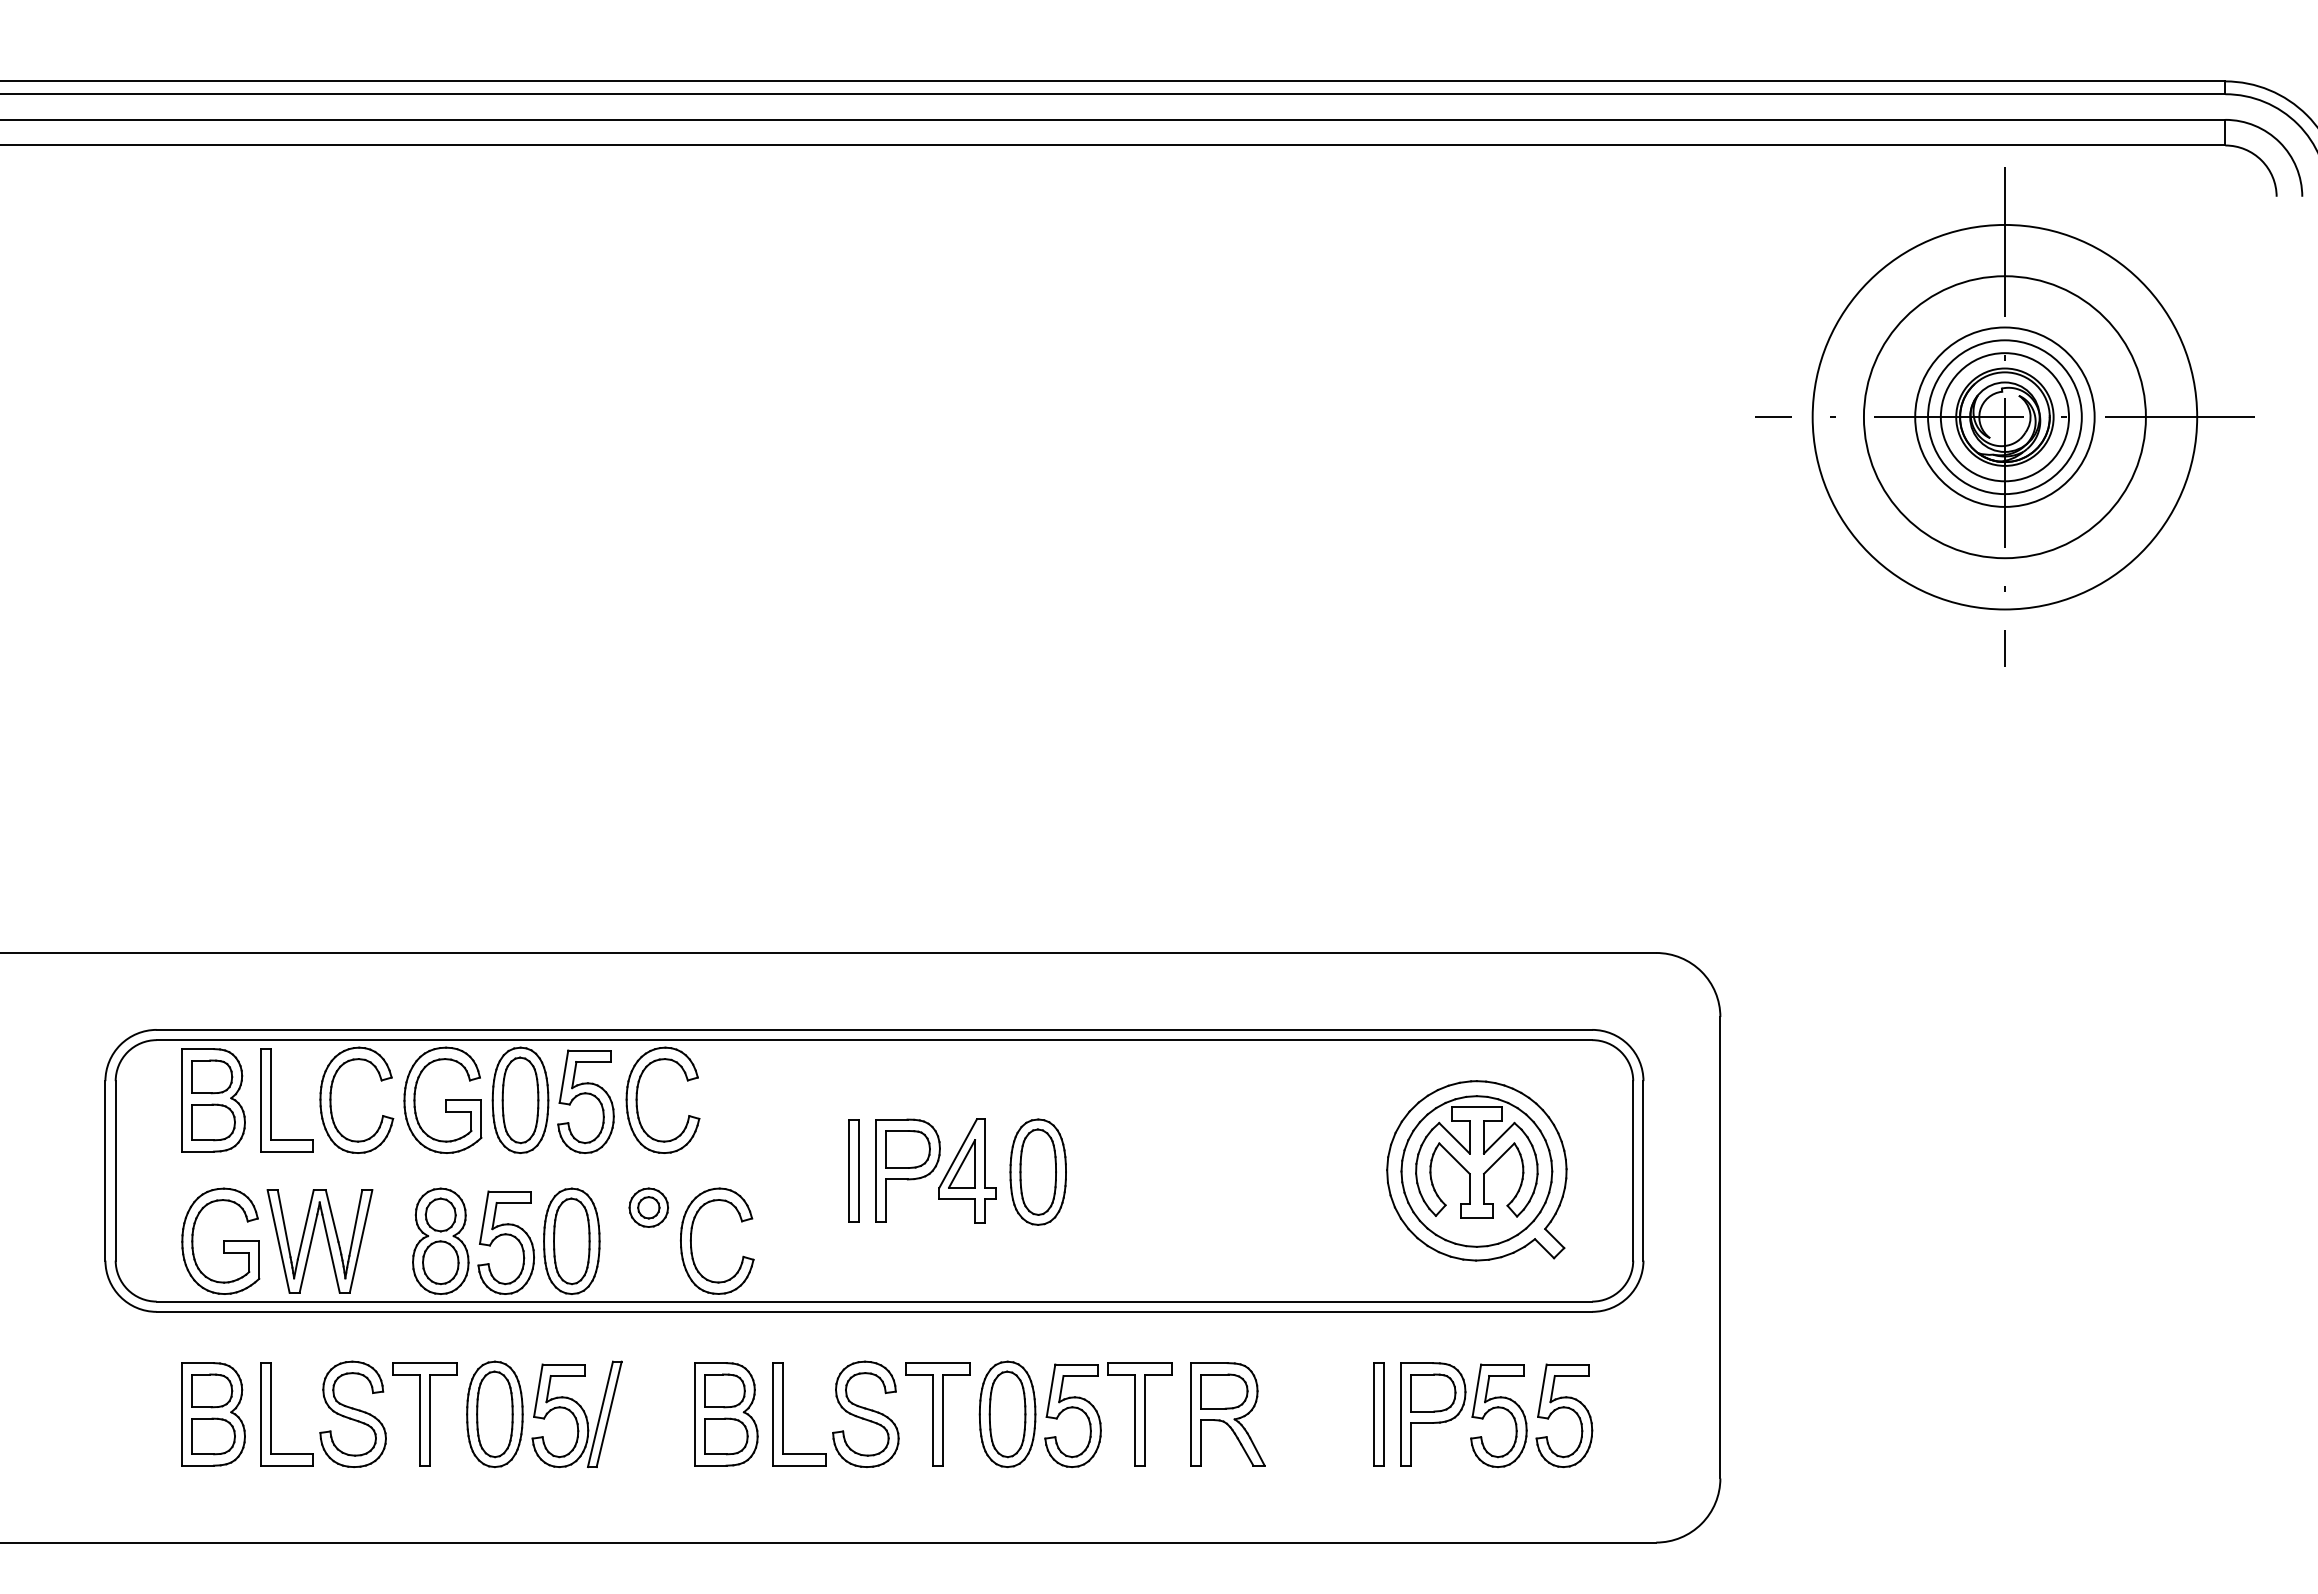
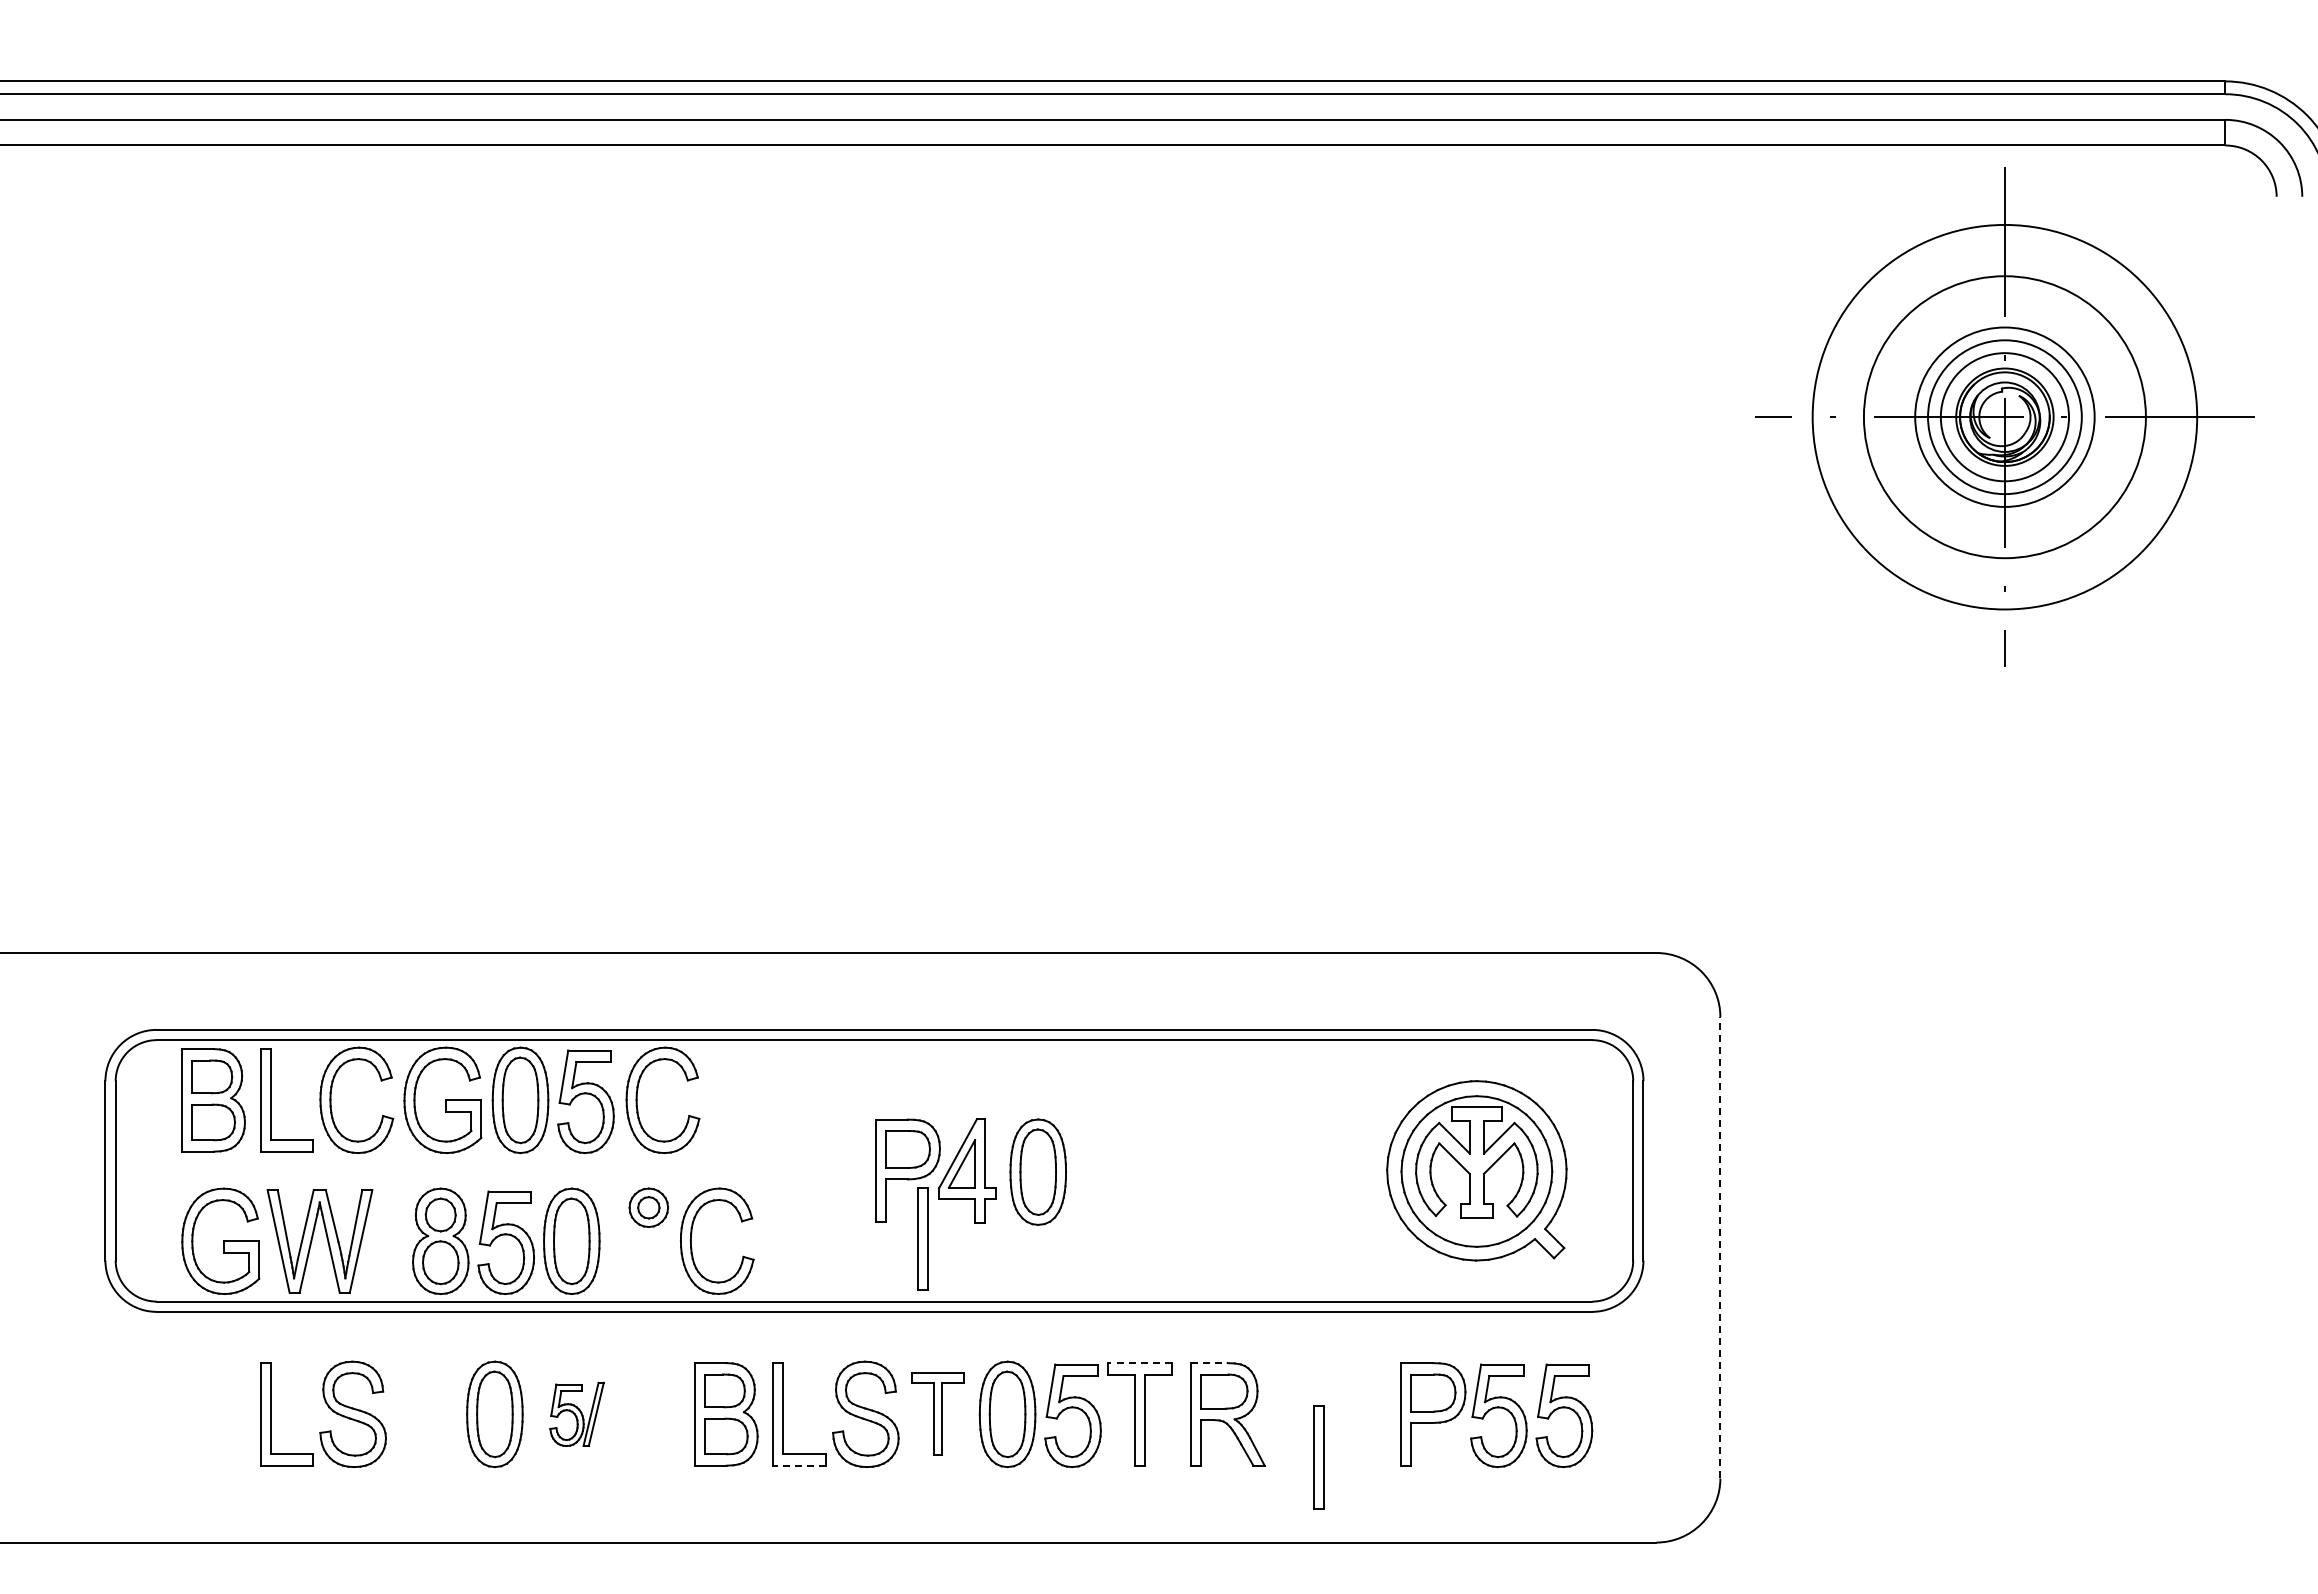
part at (853, 1170) position: (853, 1170) -> (922, 1238)
line at (1720, 1247): solid -> dashed
line at (1139, 1363): solid -> dashed
line at (1209, 1363): solid -> dashed
part at (213, 1414): present -> none
part at (424, 1414): present -> none
part at (576, 1414) size: 92x109 px -> 56x66 px
part at (937, 1414) size: 66x105 px -> 54x84 px
part at (1378, 1414) position: (1378, 1414) -> (1318, 1457)
line at (799, 1465): solid -> dashed
